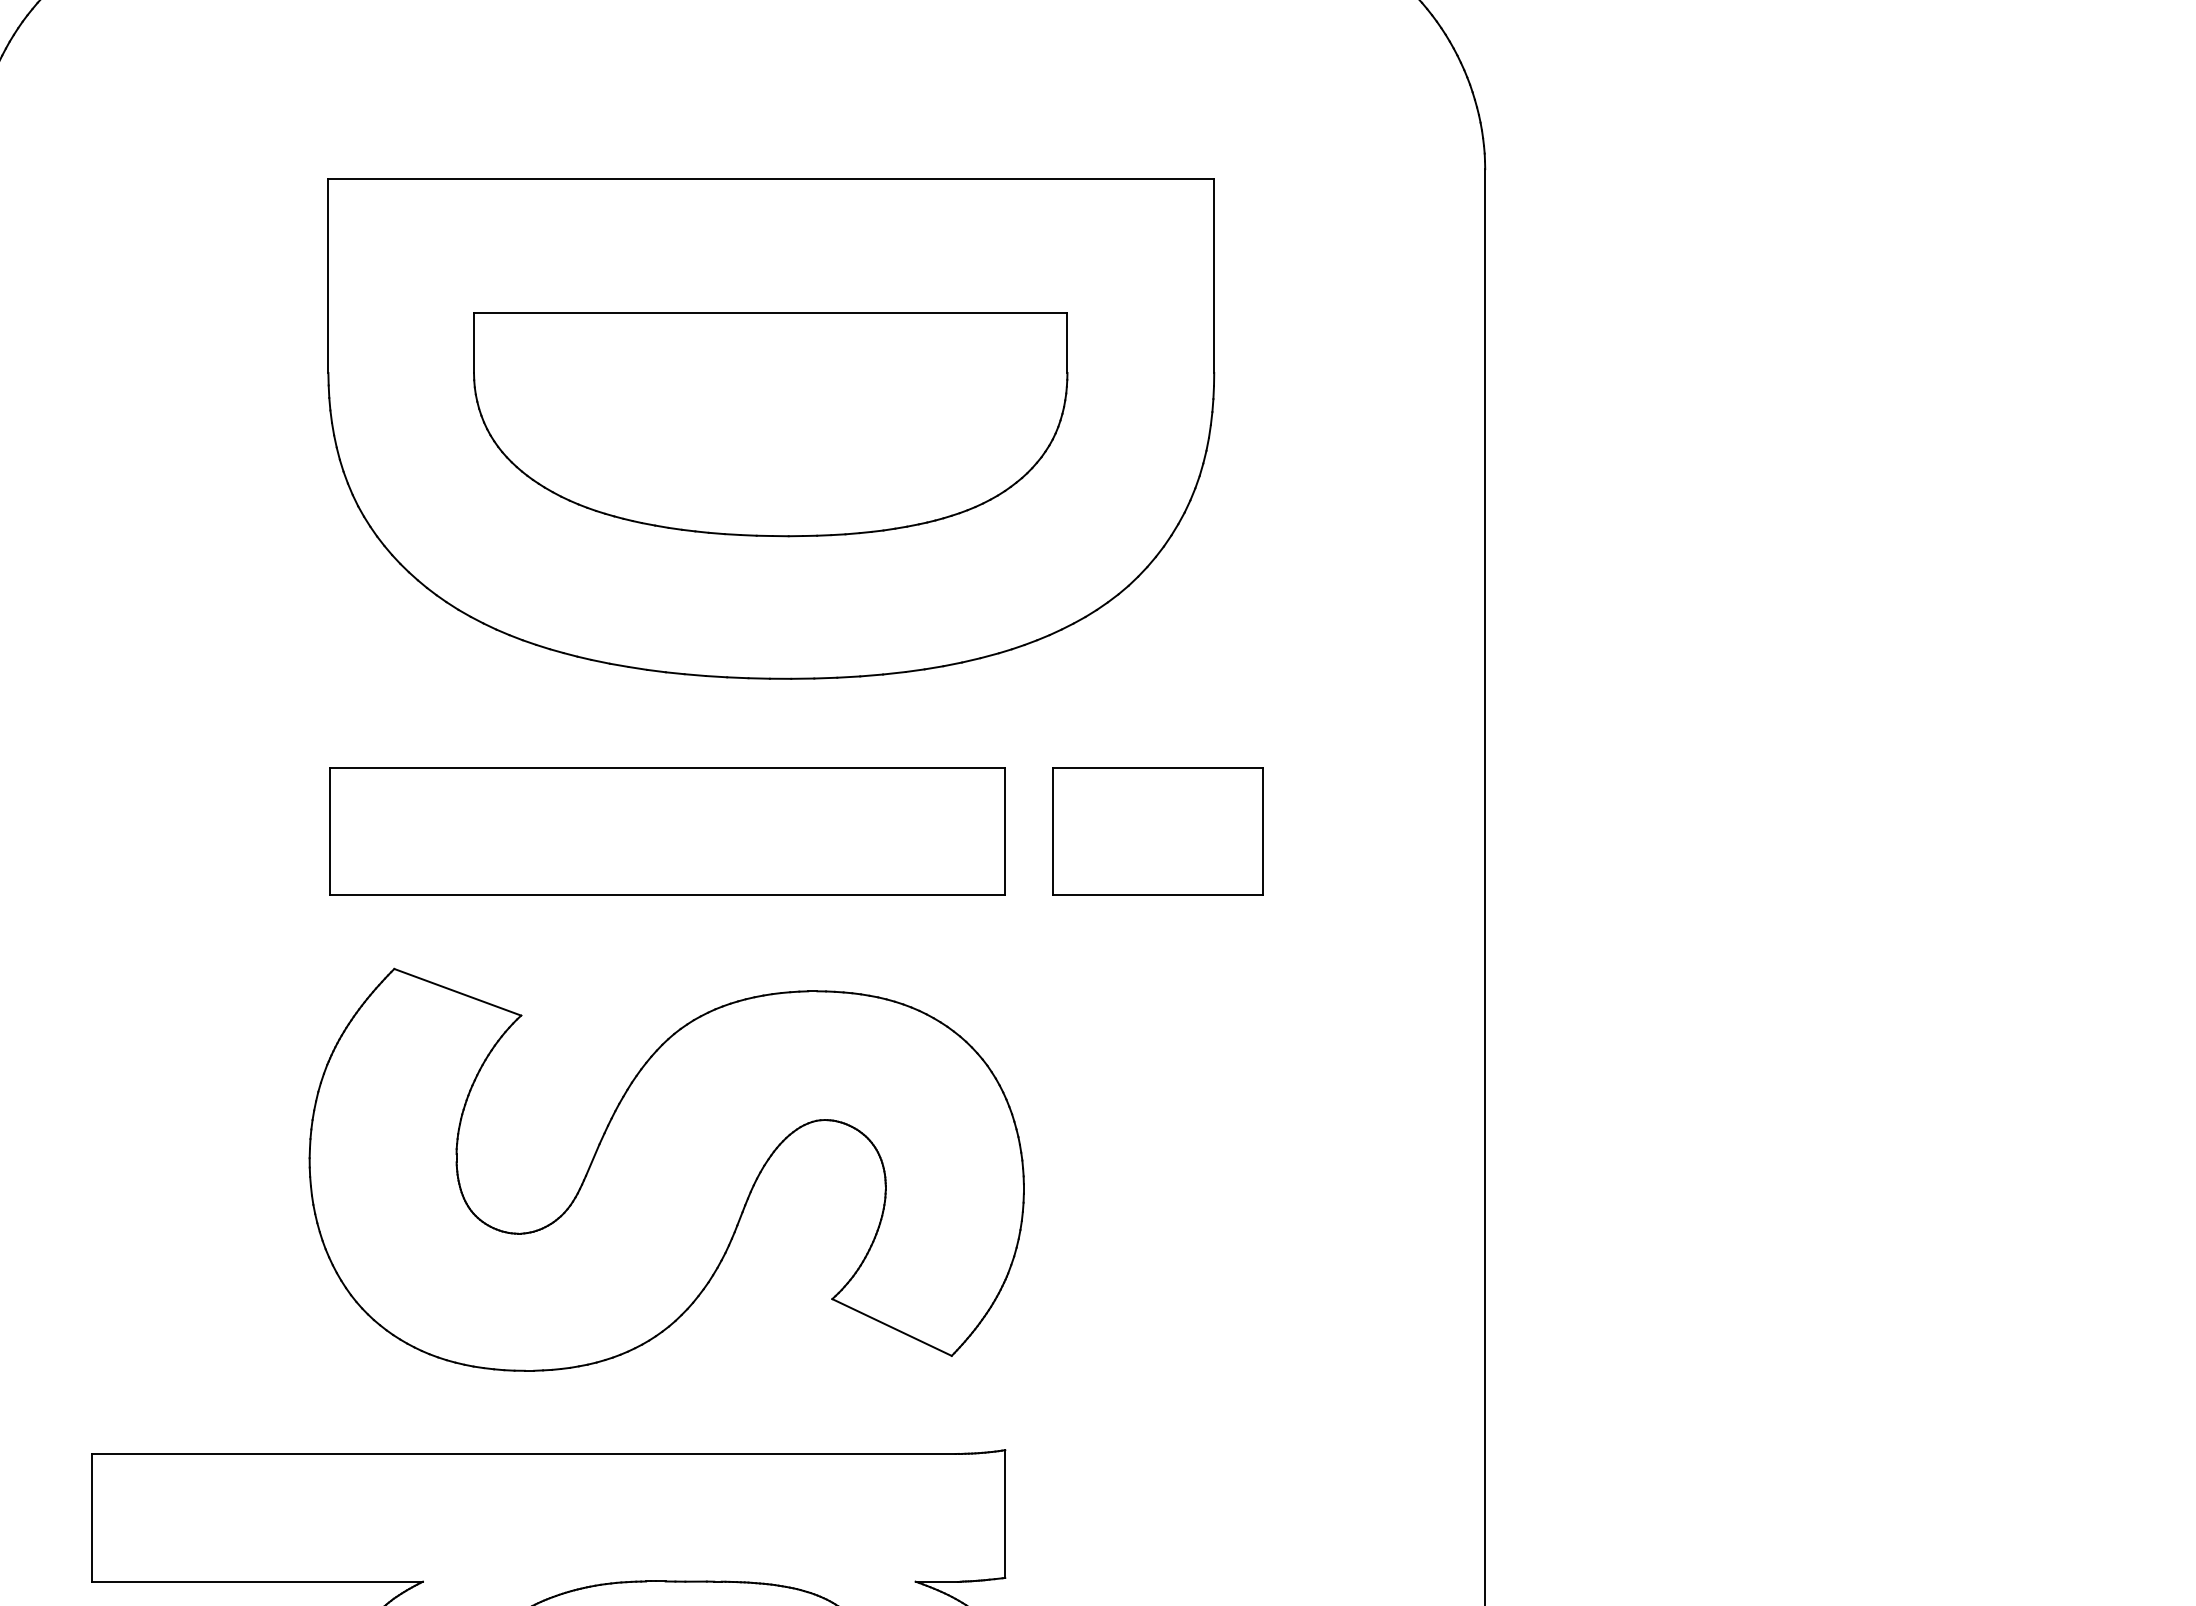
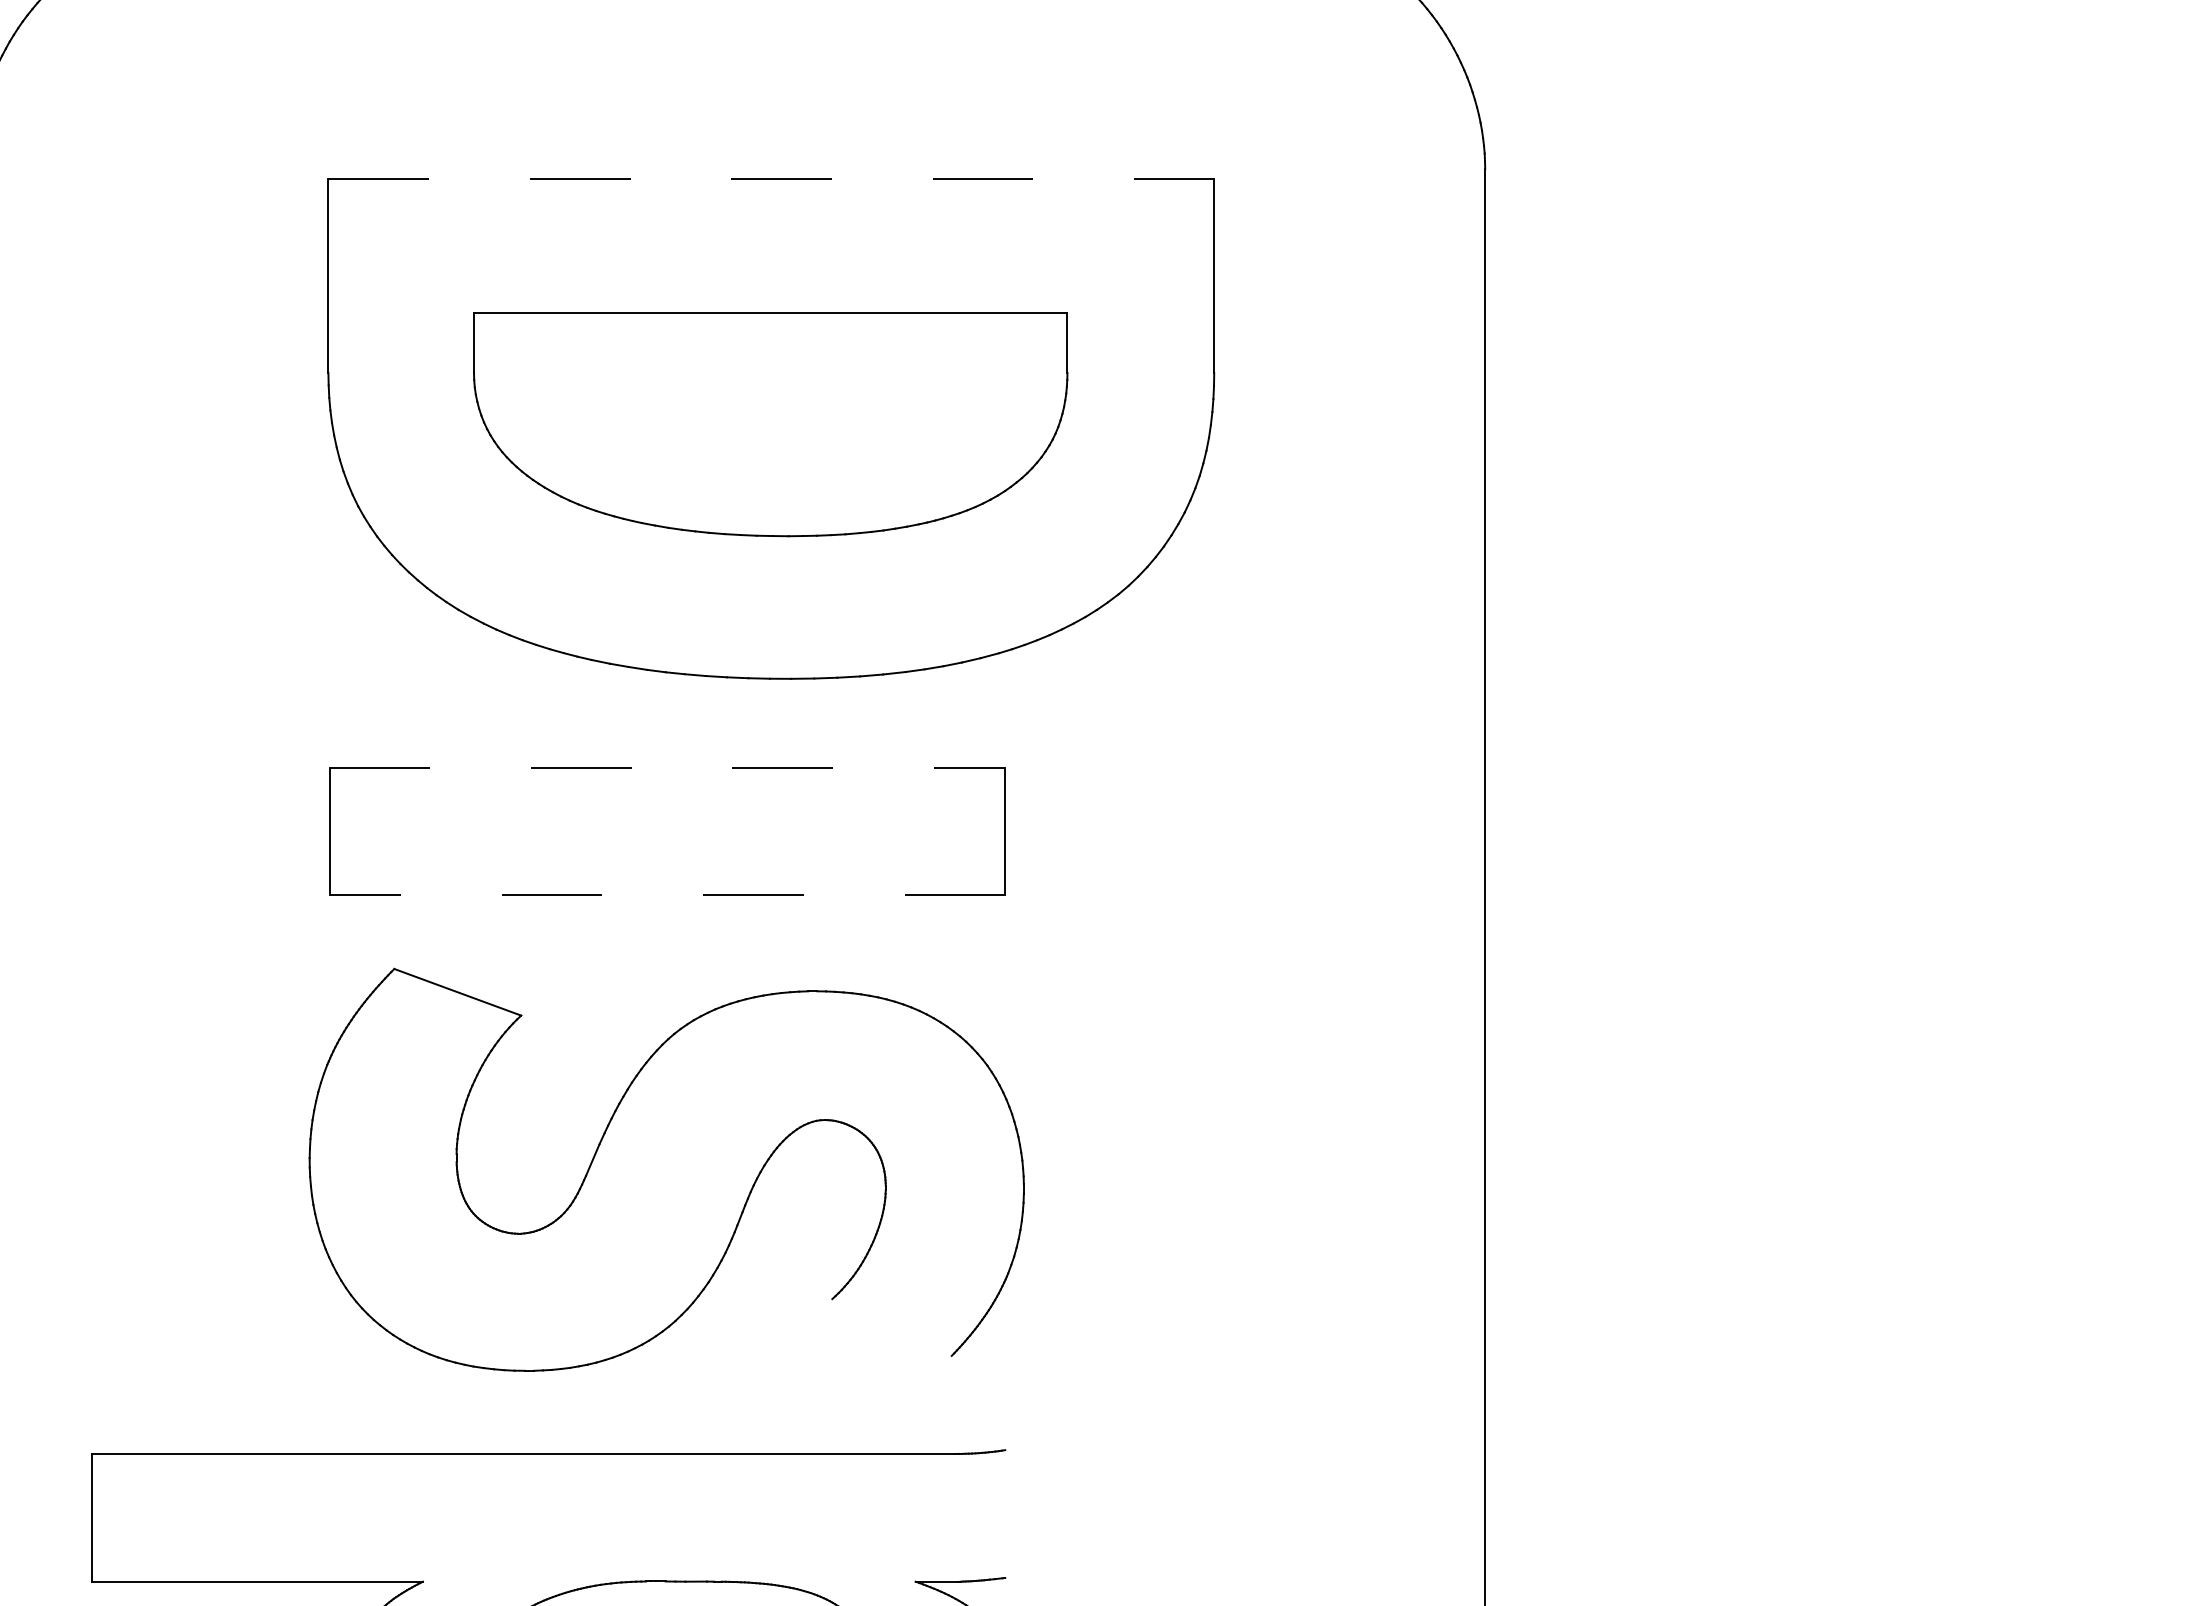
line at (771, 179): solid -> dashed
line at (667, 767): solid -> dashed
part at (1157, 831): present -> none
line at (667, 895): solid -> dashed
line at (891, 1327): present -> none
line at (1005, 1513): present -> none
